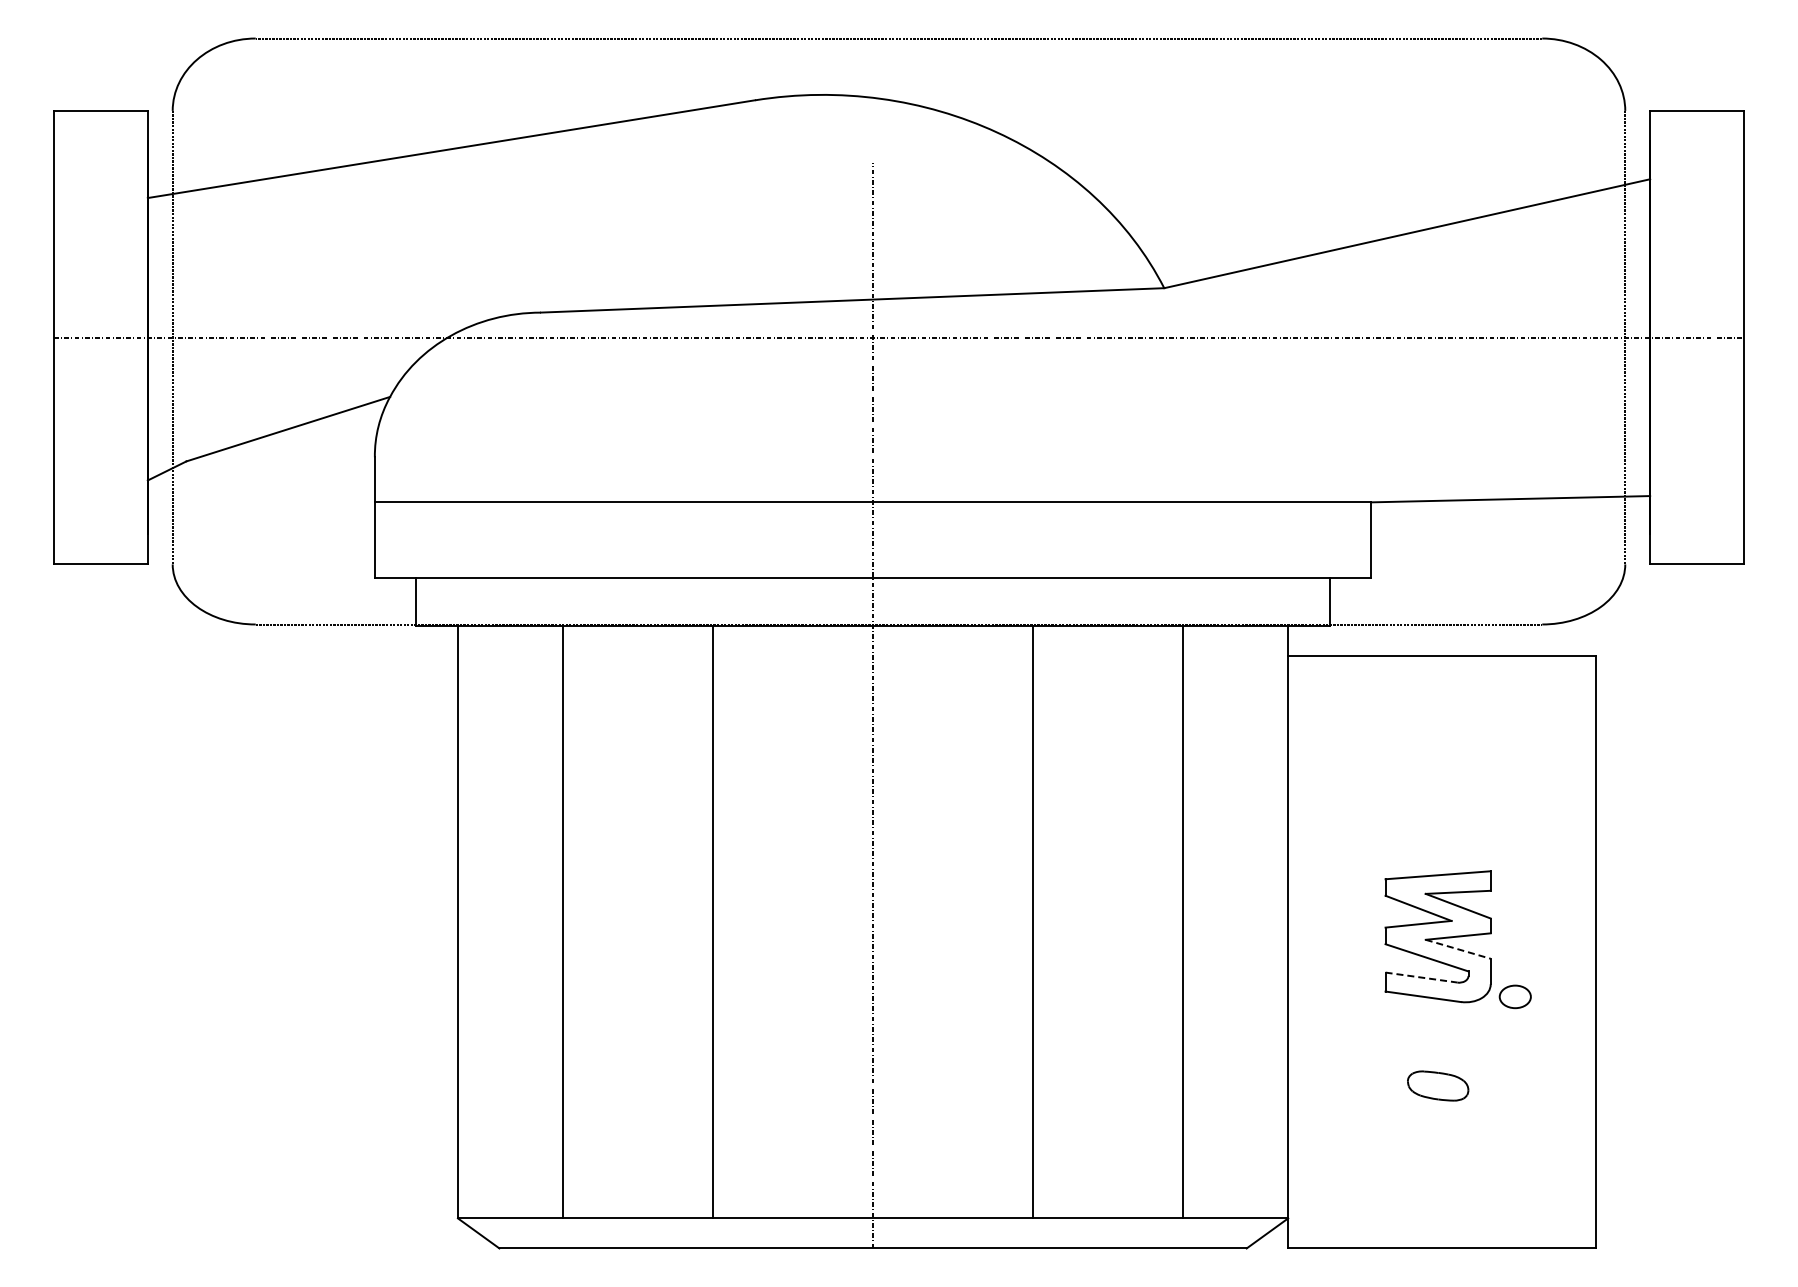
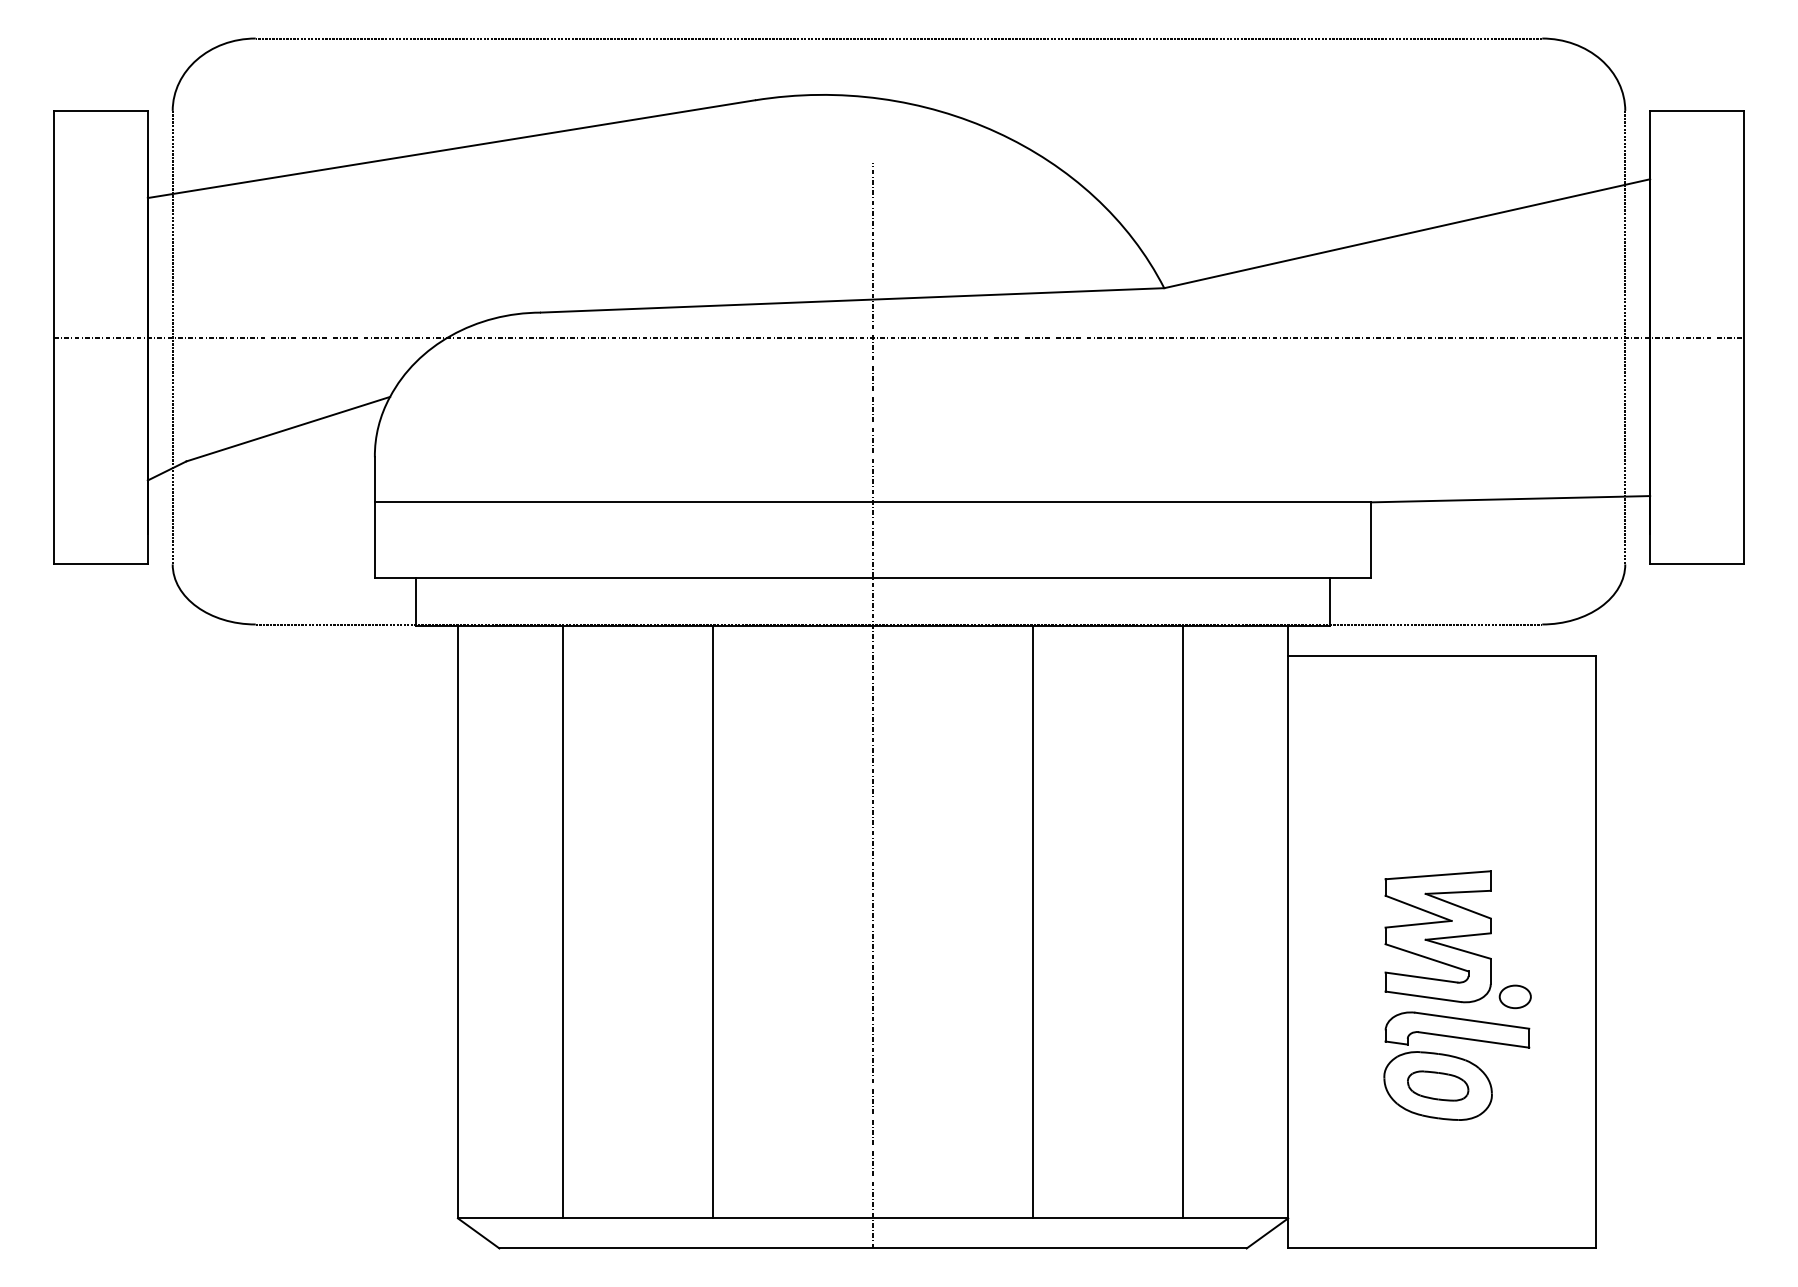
line at (1458, 949): dashed -> solid
line at (1421, 977): dashed -> solid
part at (1456, 1065): none -> present
